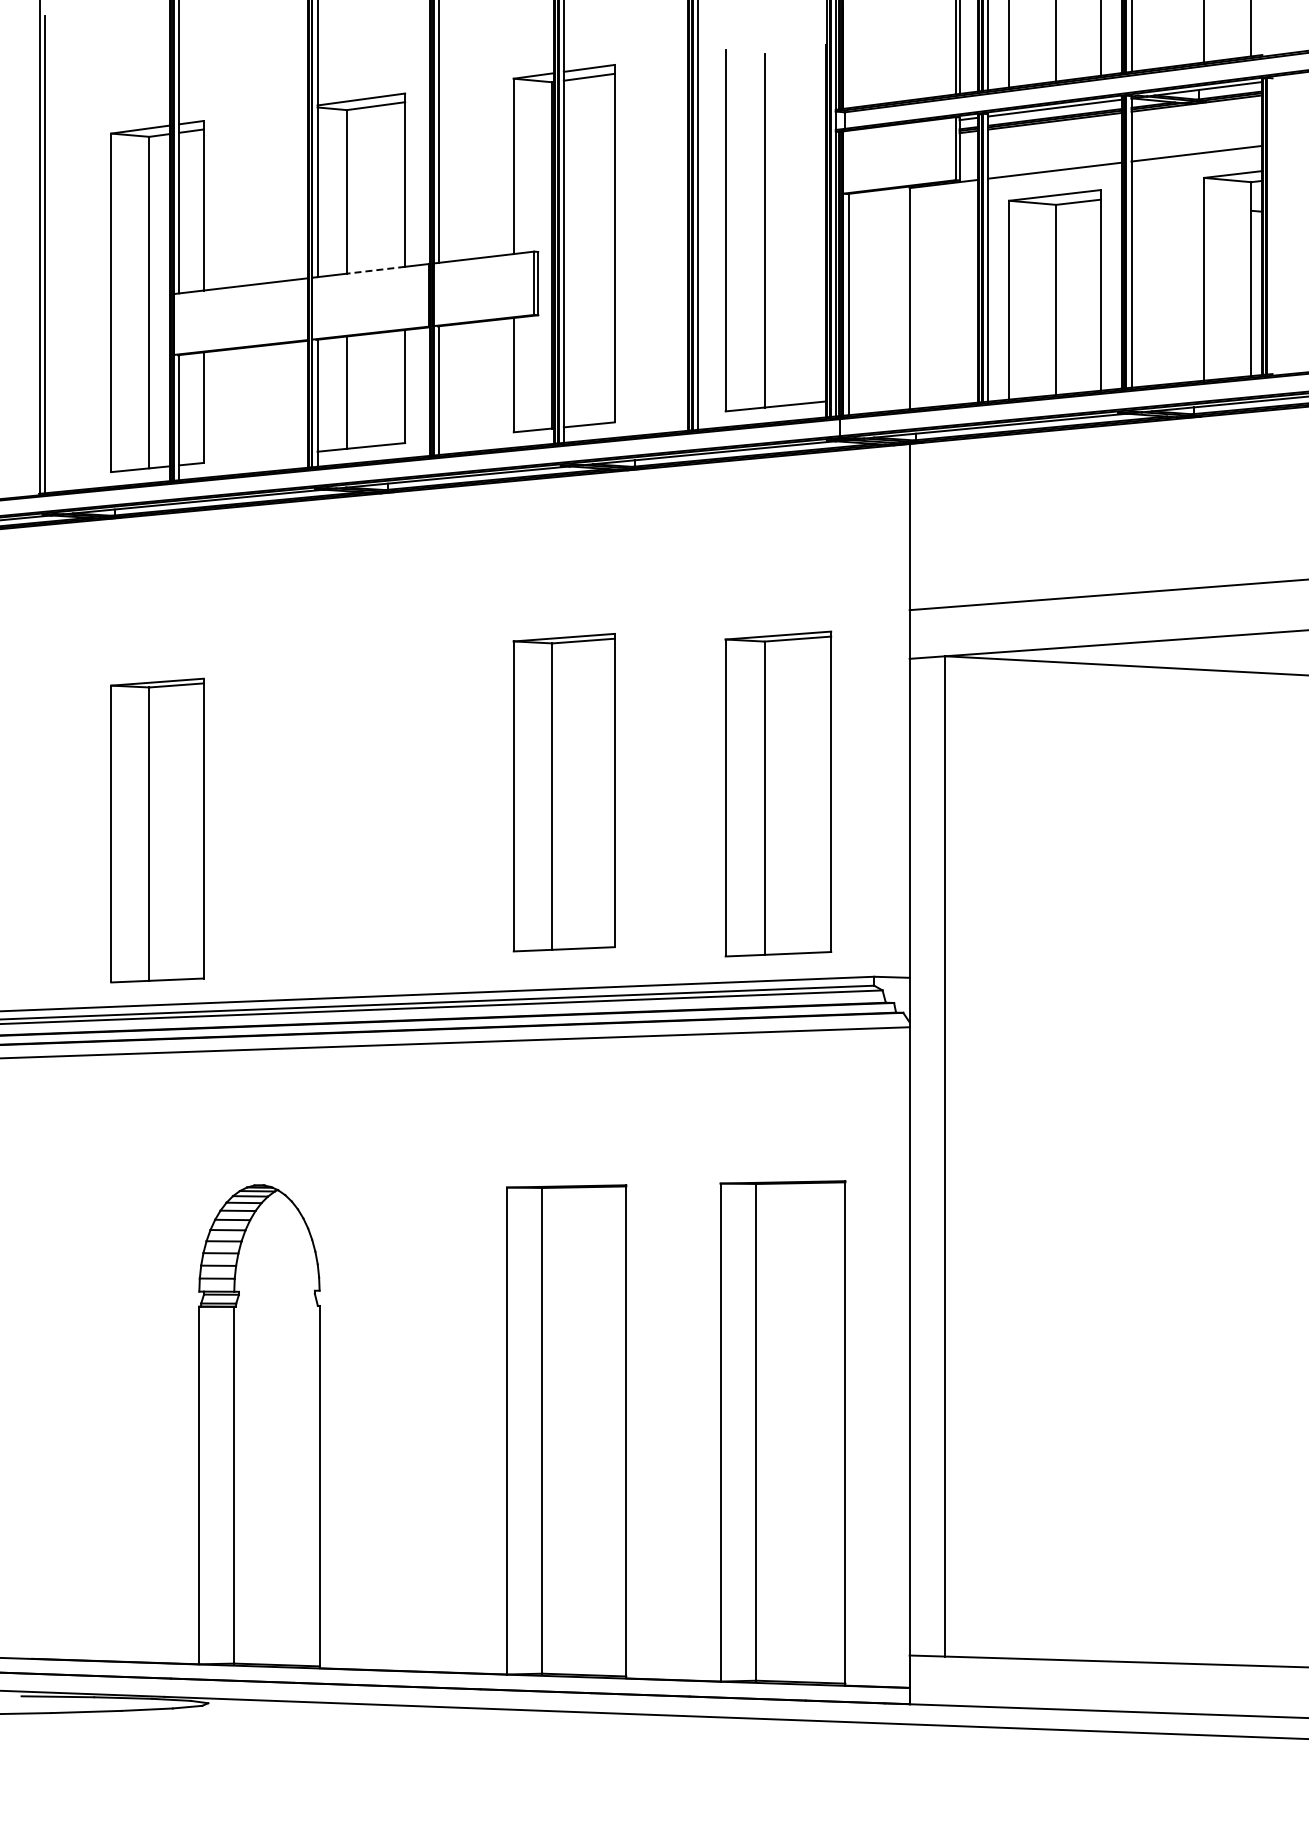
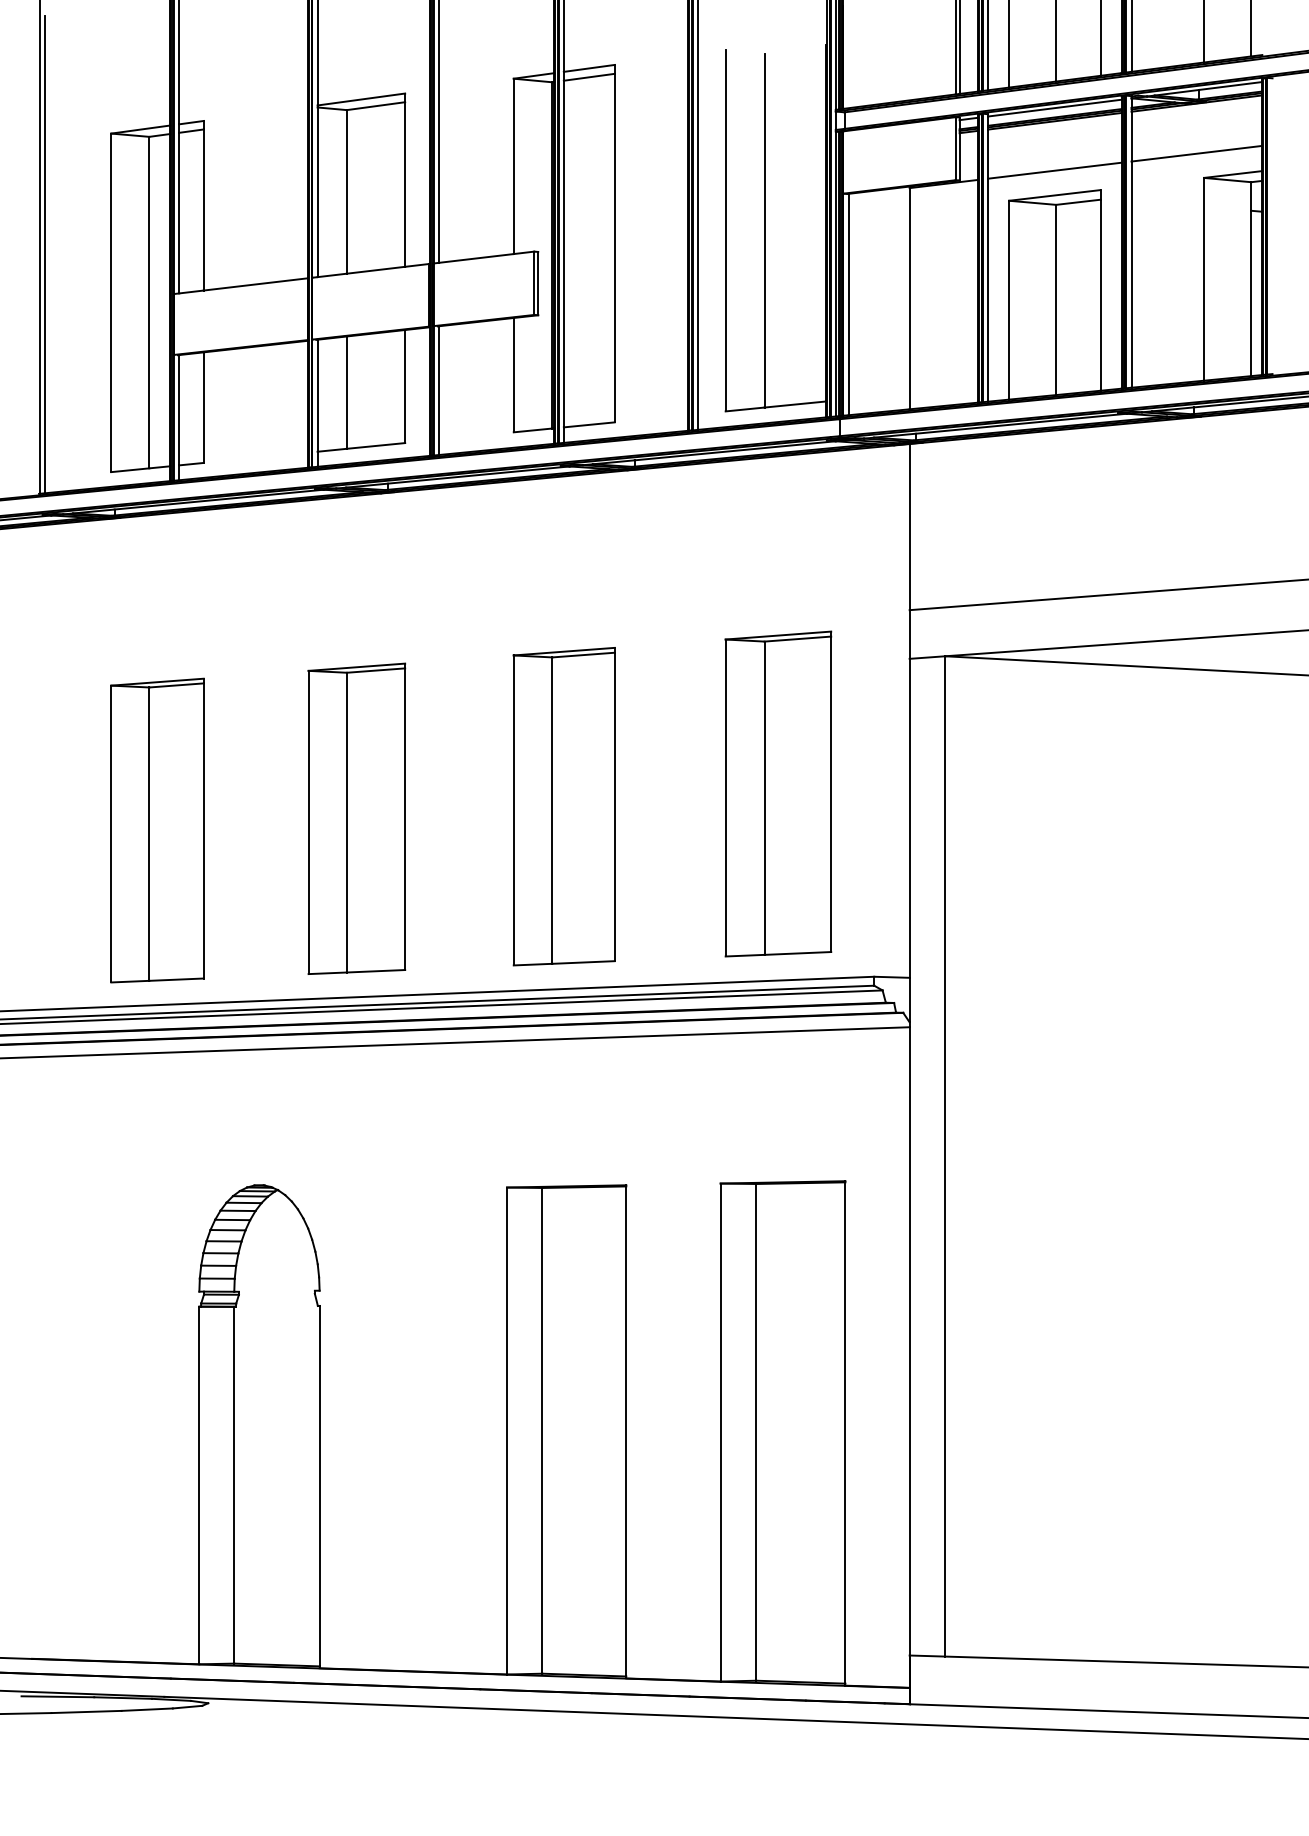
line at (375, 270): dashed -> solid
part at (563, 792) position: (563, 792) -> (563, 806)
part at (356, 818): none -> present
